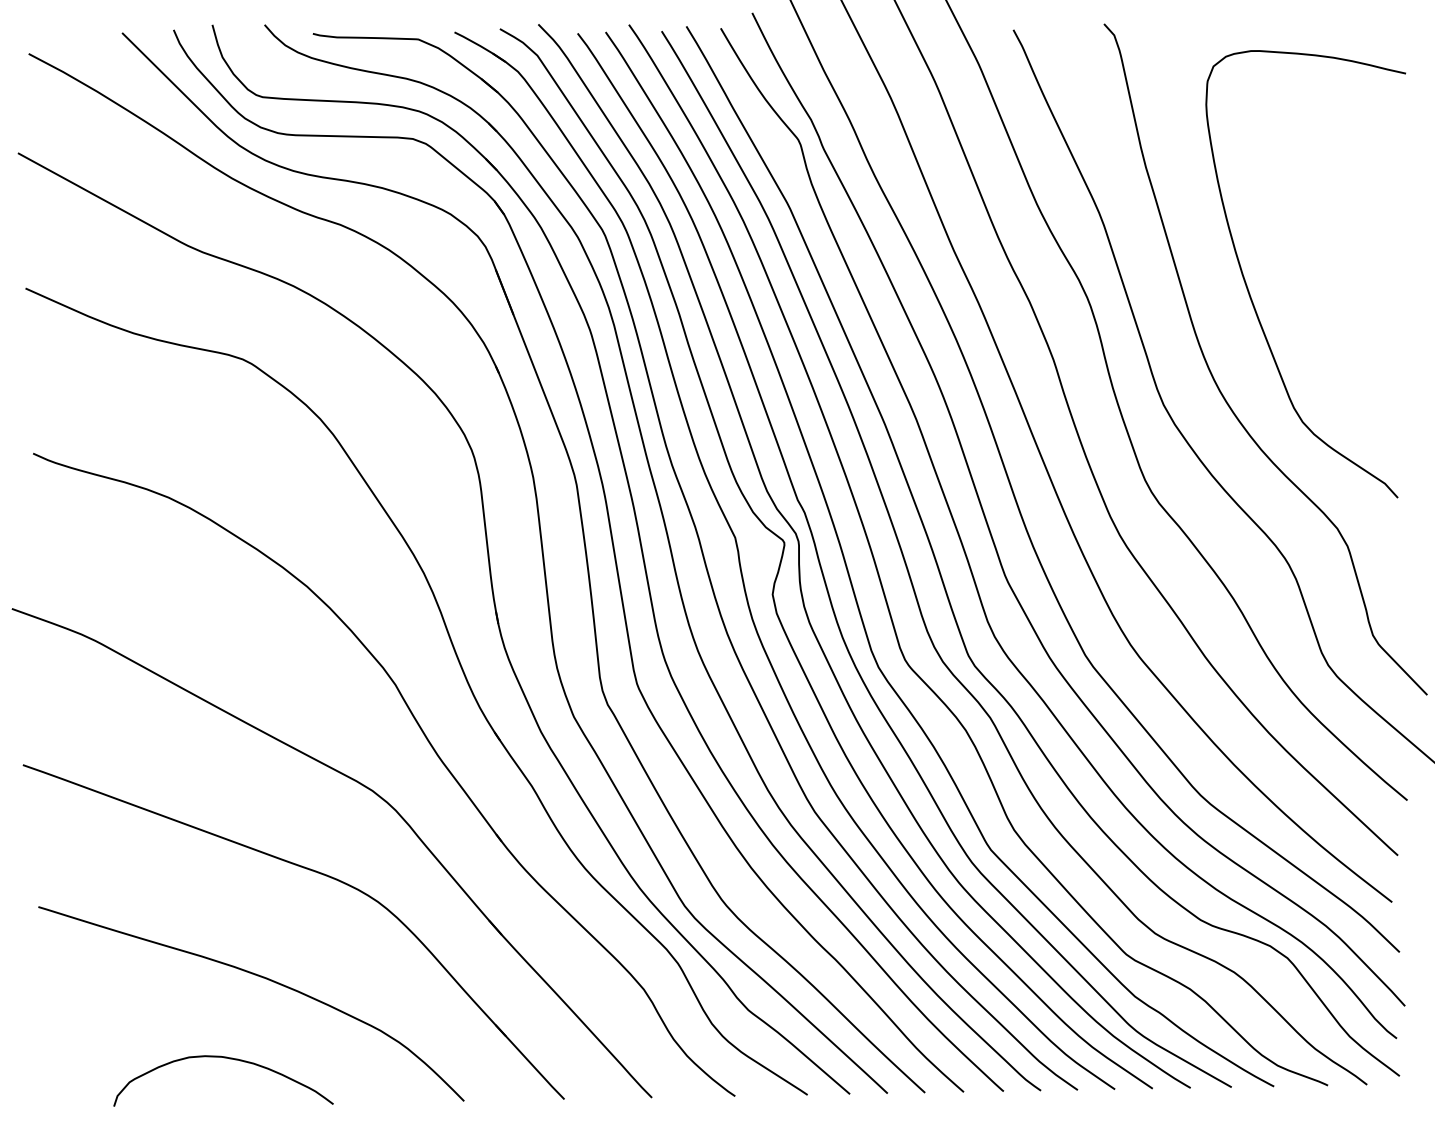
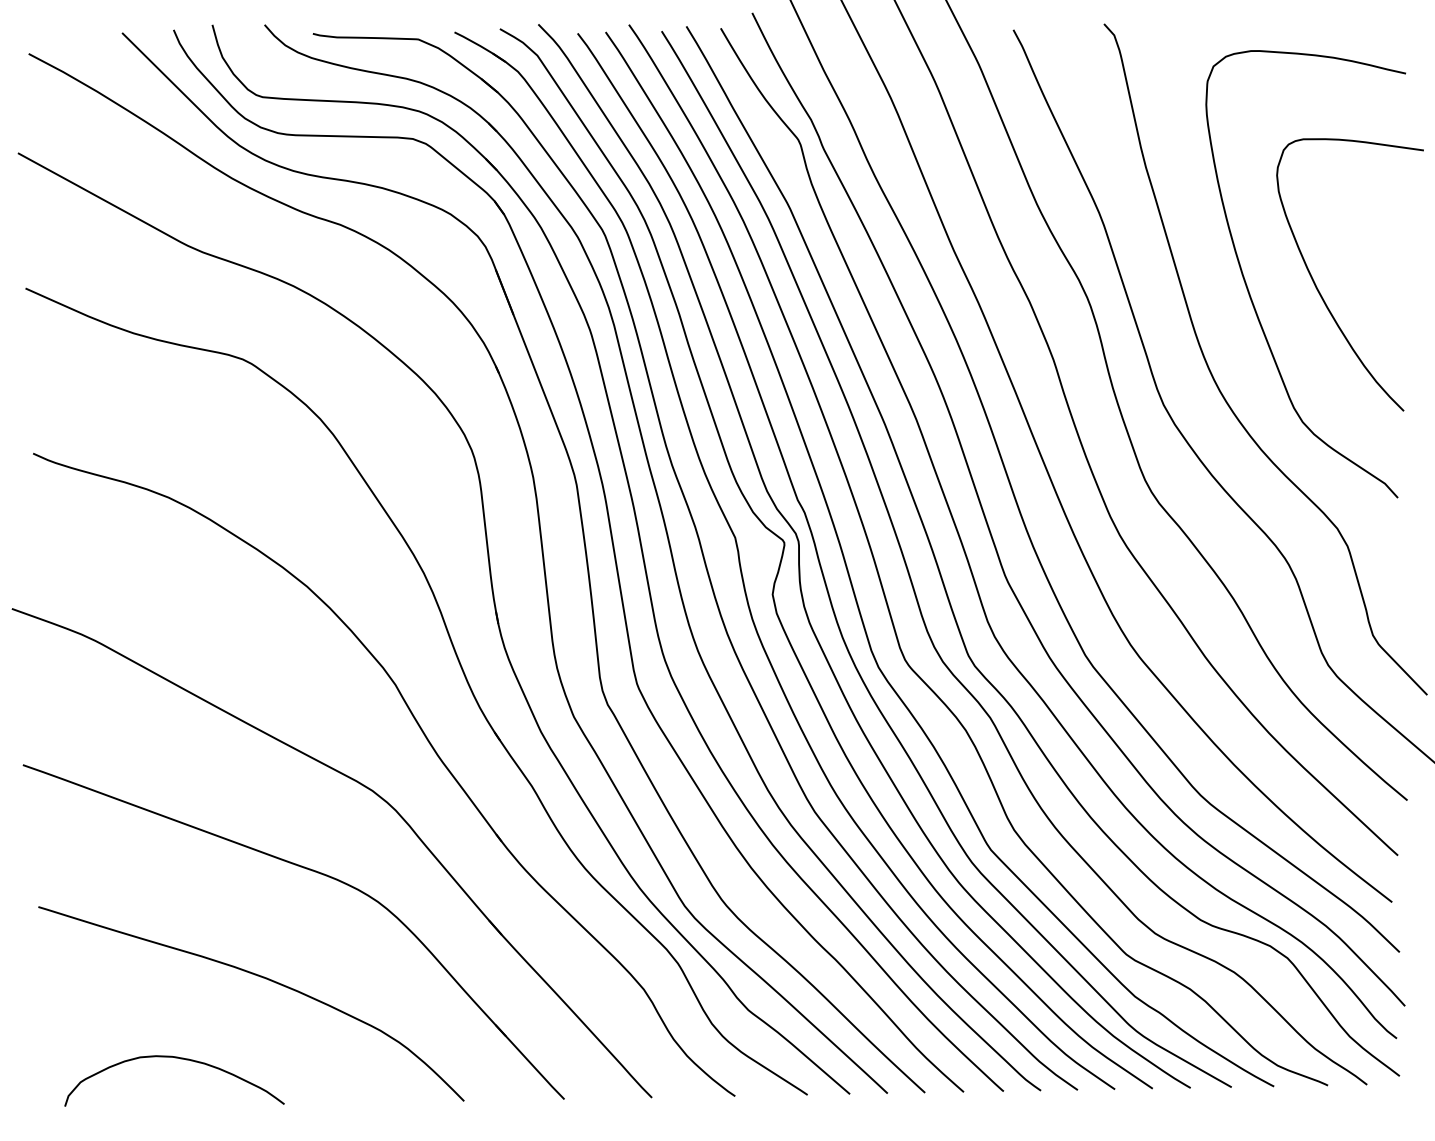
curve at (1319, 290): none -> present
curve at (229, 1059) position: (229, 1059) -> (180, 1059)
